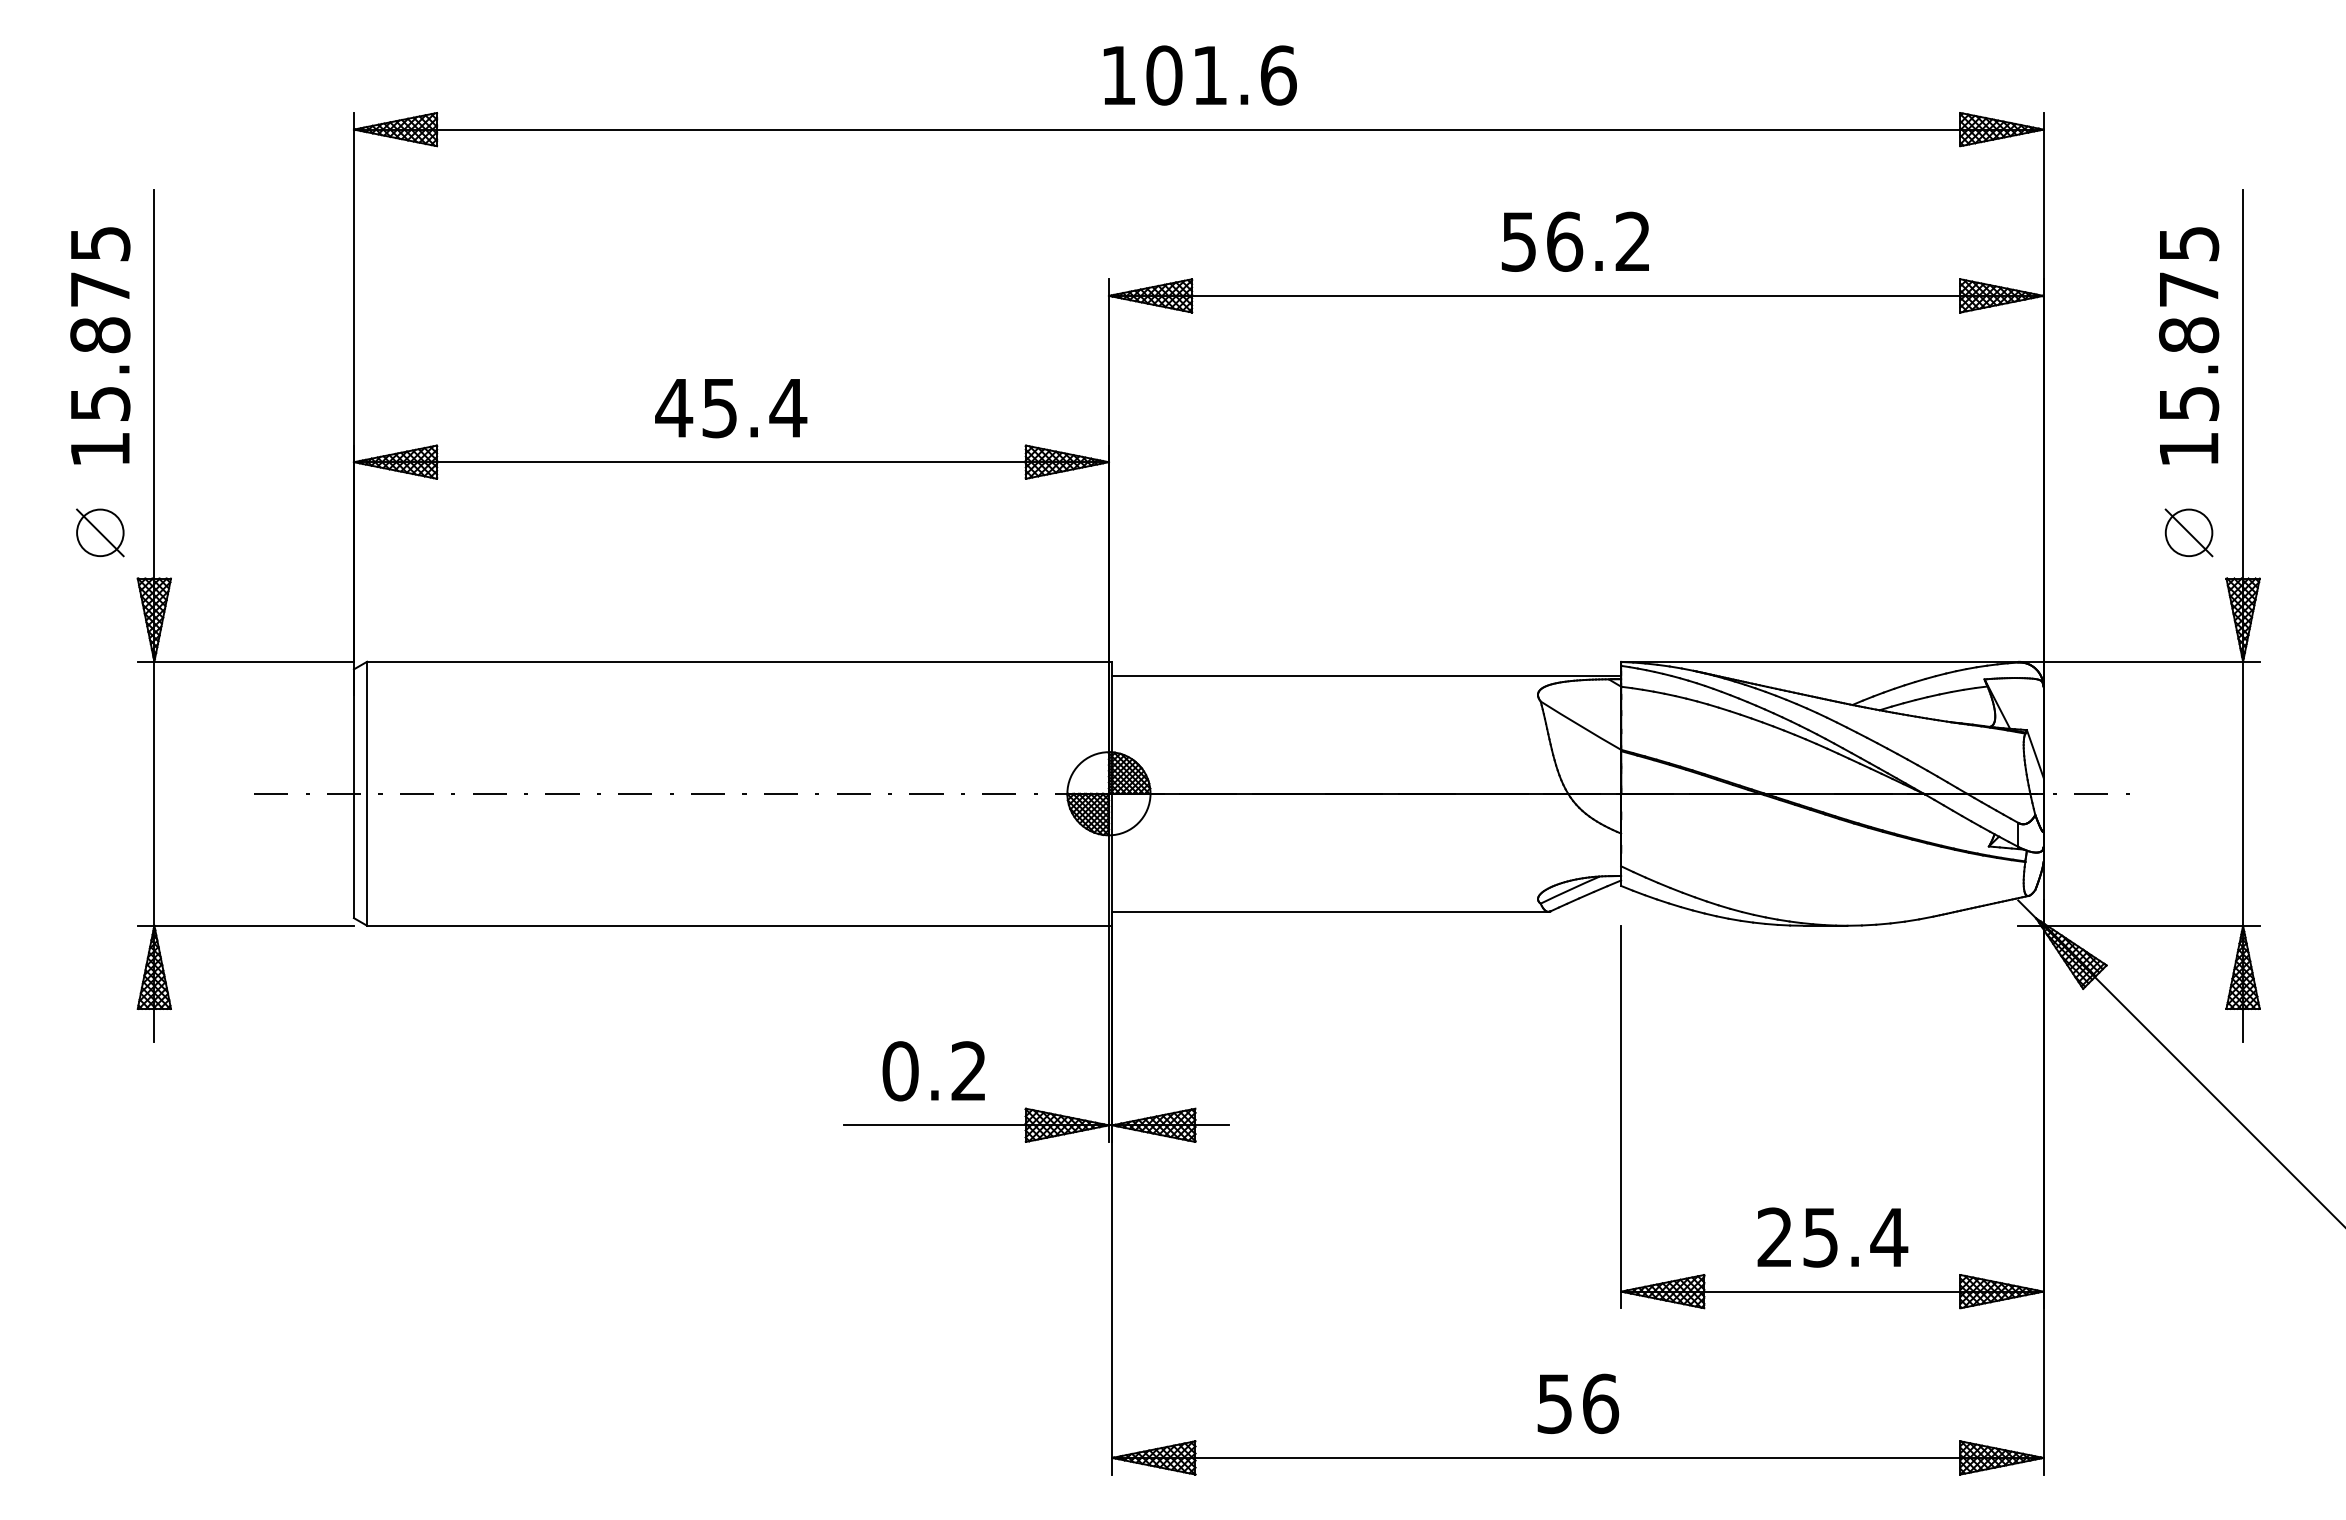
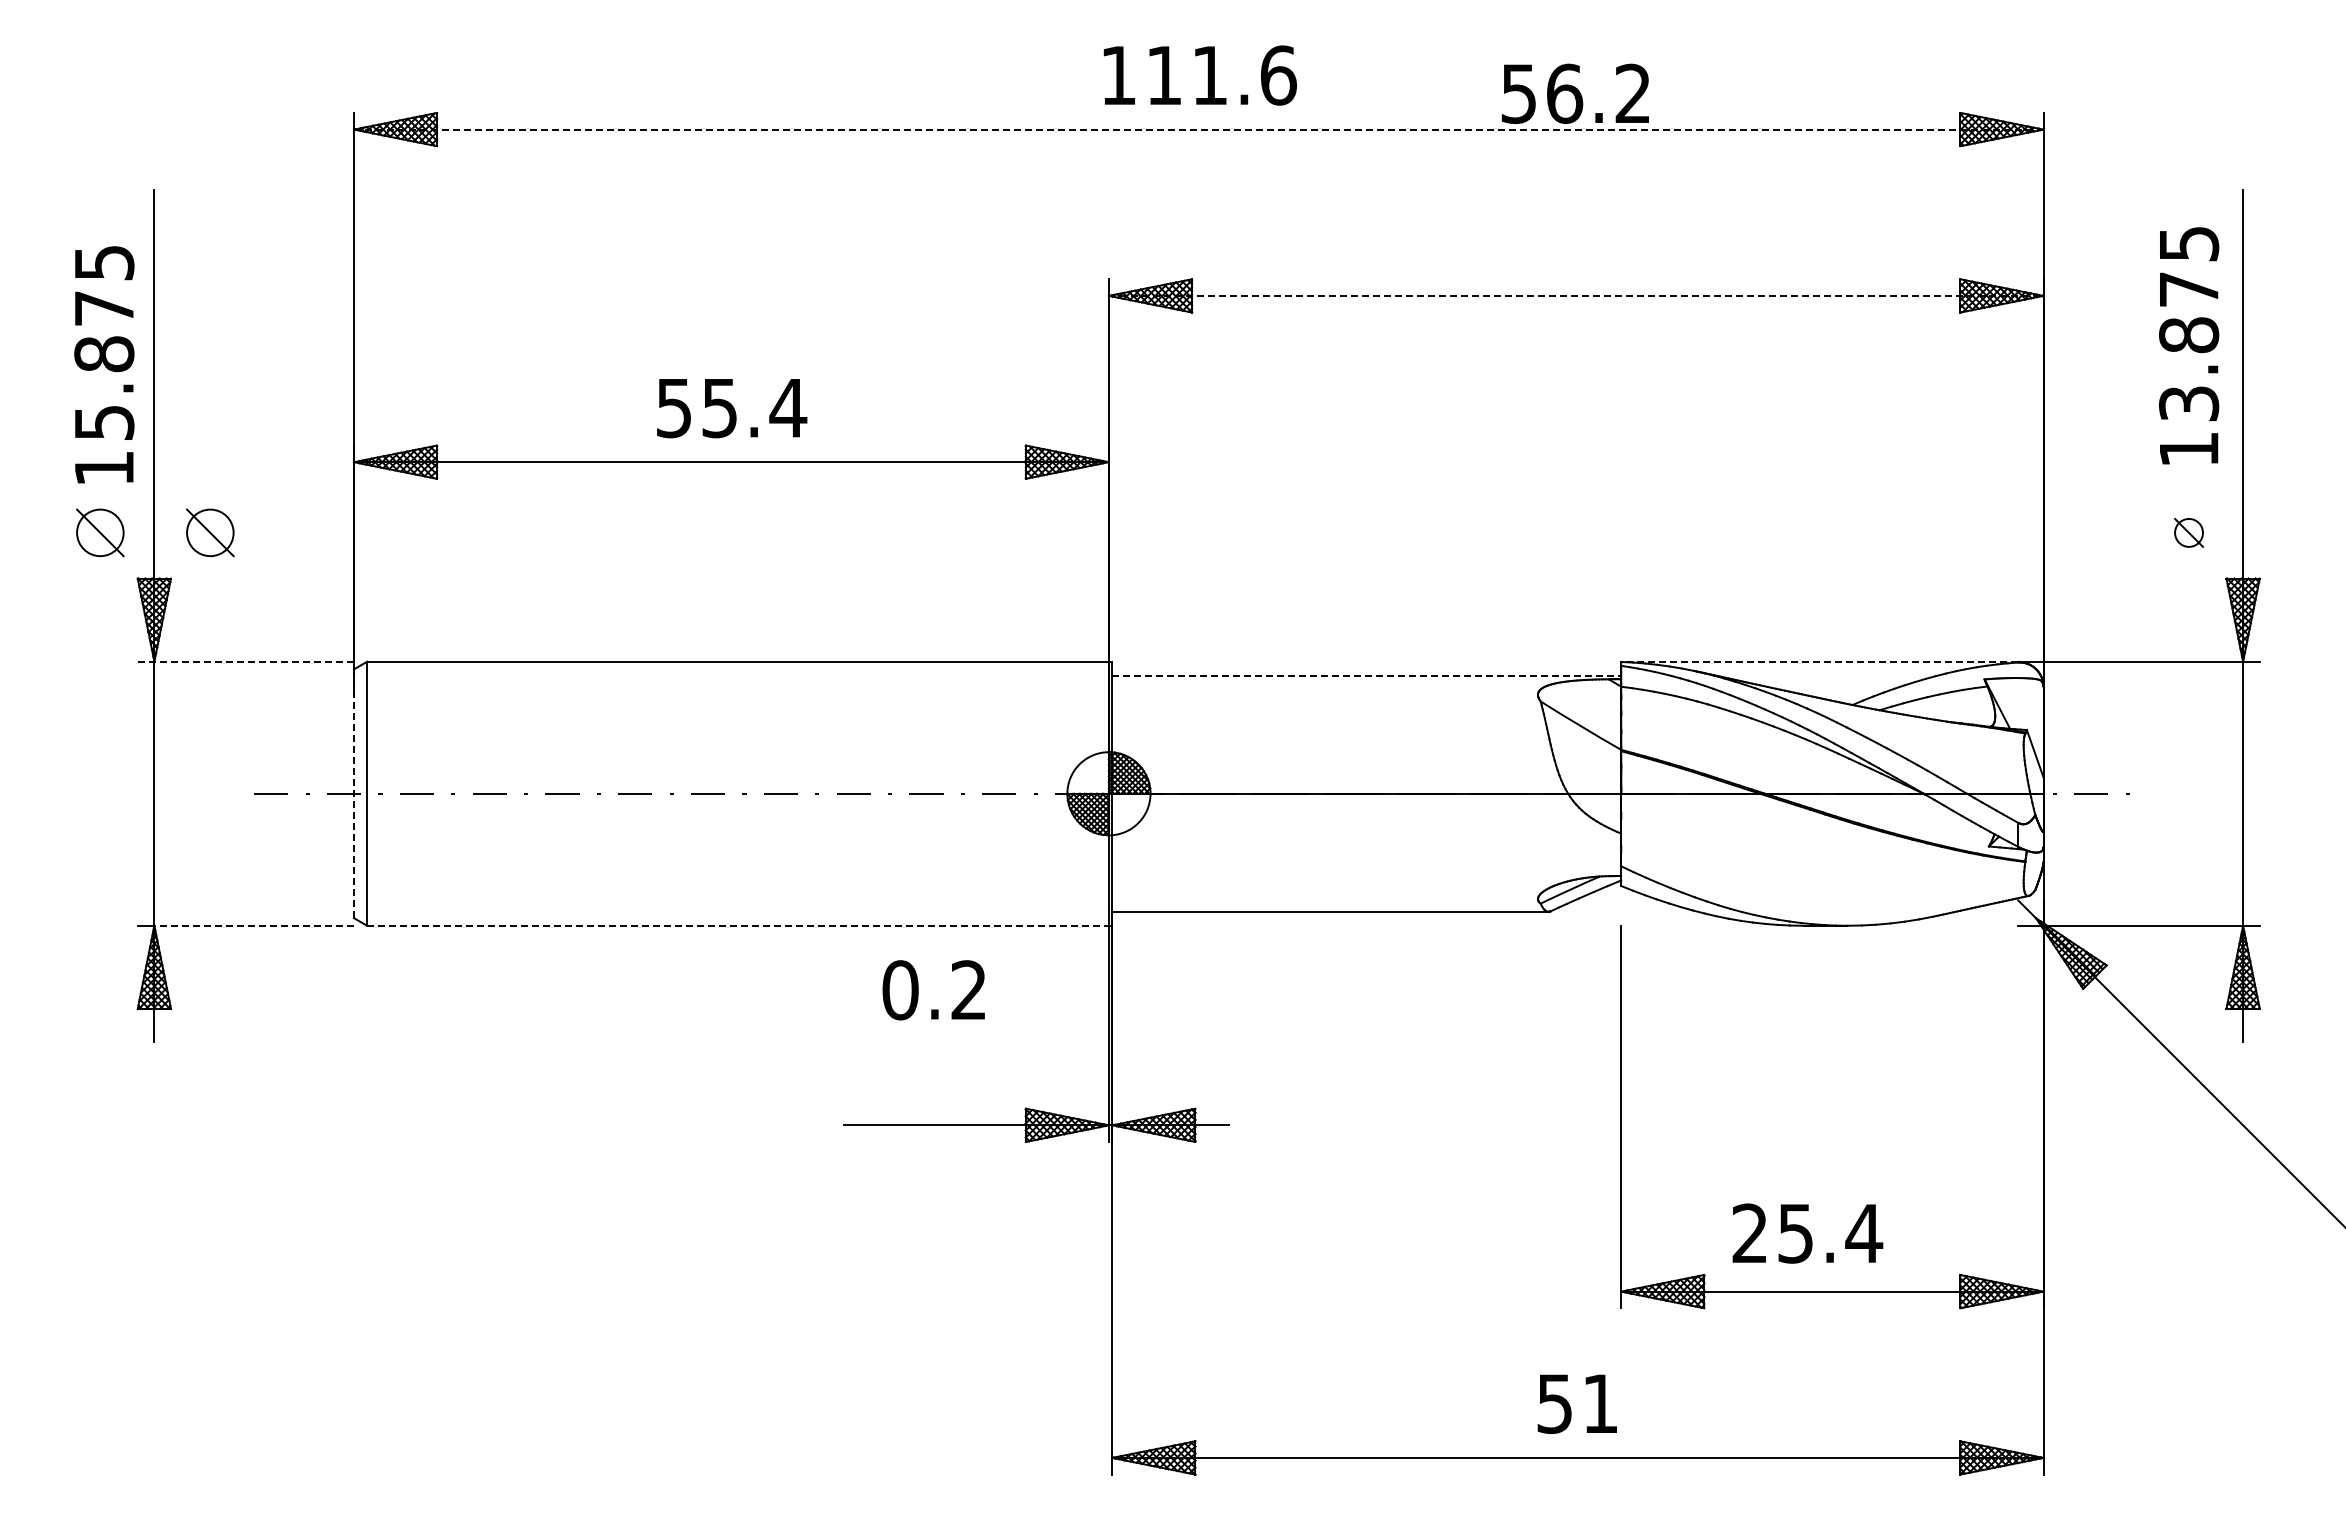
text at (1164, 75): 101.6 -> 111.6
line at (1198, 129): solid -> dashed
text at (1574, 241) position: (1574, 241) -> (1574, 93)
line at (1576, 295): solid -> dashed
text at (100, 345) position: (100, 345) -> (104, 364)
text at (2188, 403): 15.875 -> 13.875
text at (674, 408): 45.4 -> 55.4
part at (210, 532): none -> present
part at (2188, 532) size: 50x50 px -> 30x30 px
line at (246, 661): solid -> dashed
line at (1819, 661): solid -> dashed
line at (1367, 675): solid -> dashed
line at (353, 794): solid -> dashed
line at (254, 925): solid -> dashed
line at (738, 925): solid -> dashed
text at (933, 1071) position: (933, 1071) -> (933, 990)
text at (1832, 1237) position: (1832, 1237) -> (1807, 1233)
text at (1601, 1403): 56 -> 51
